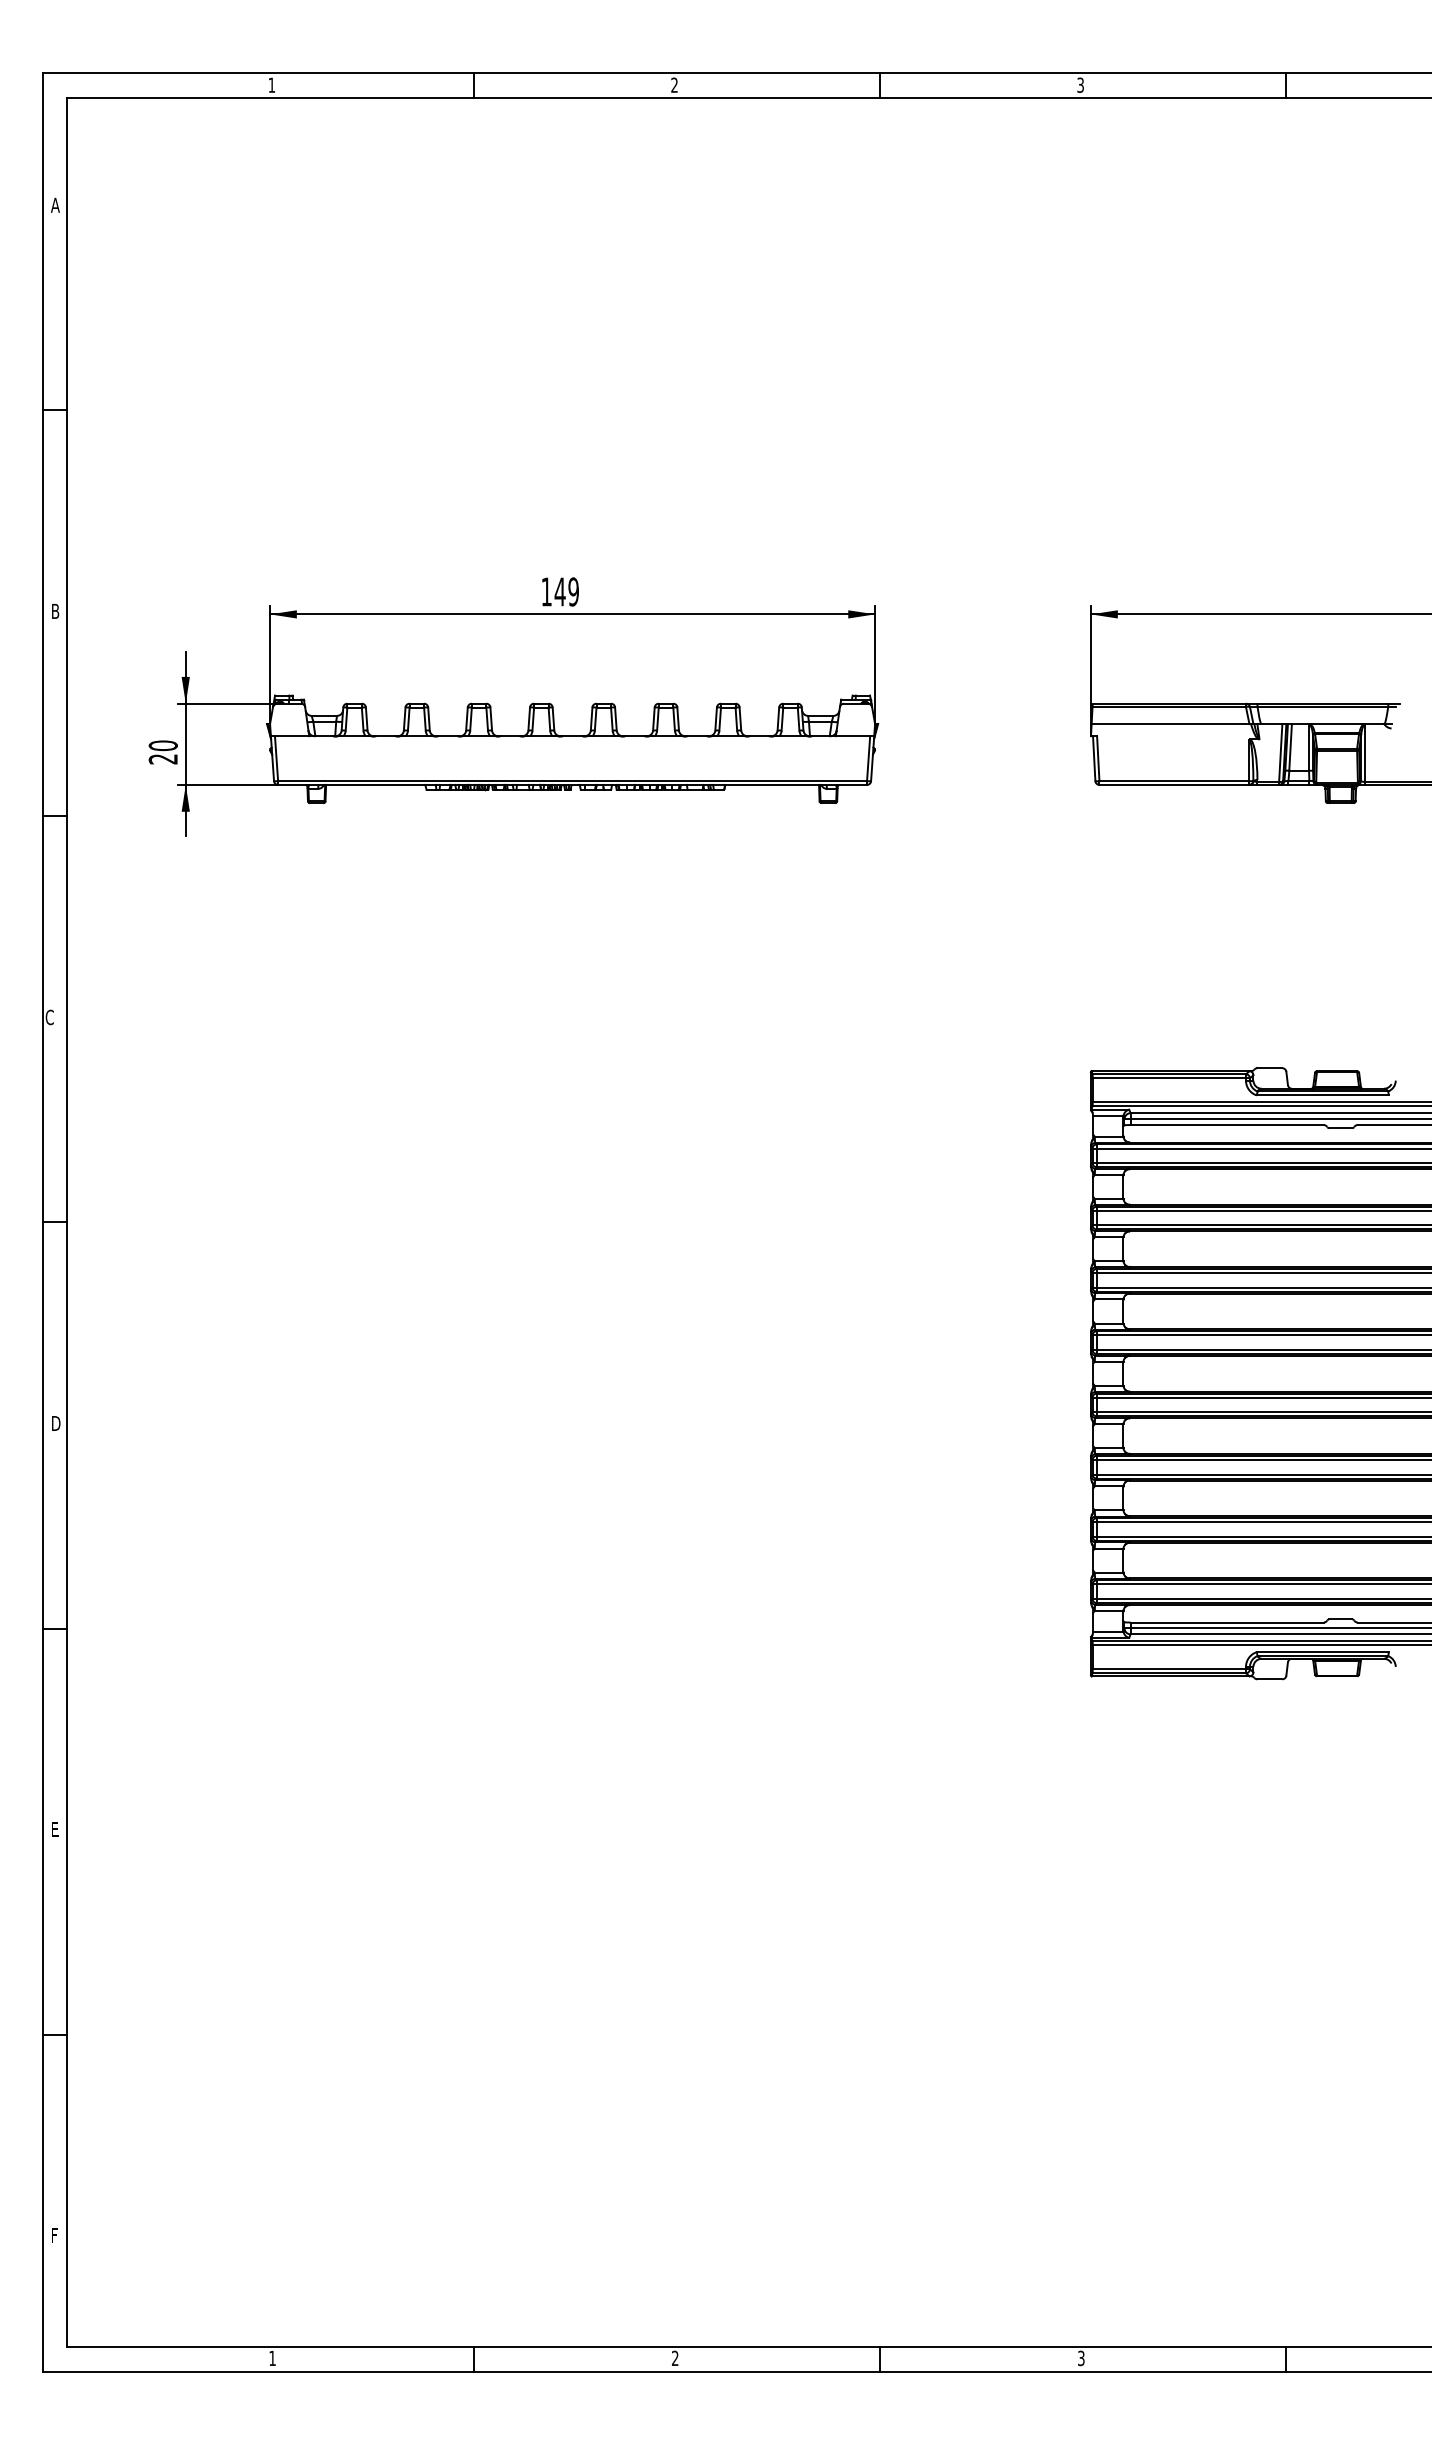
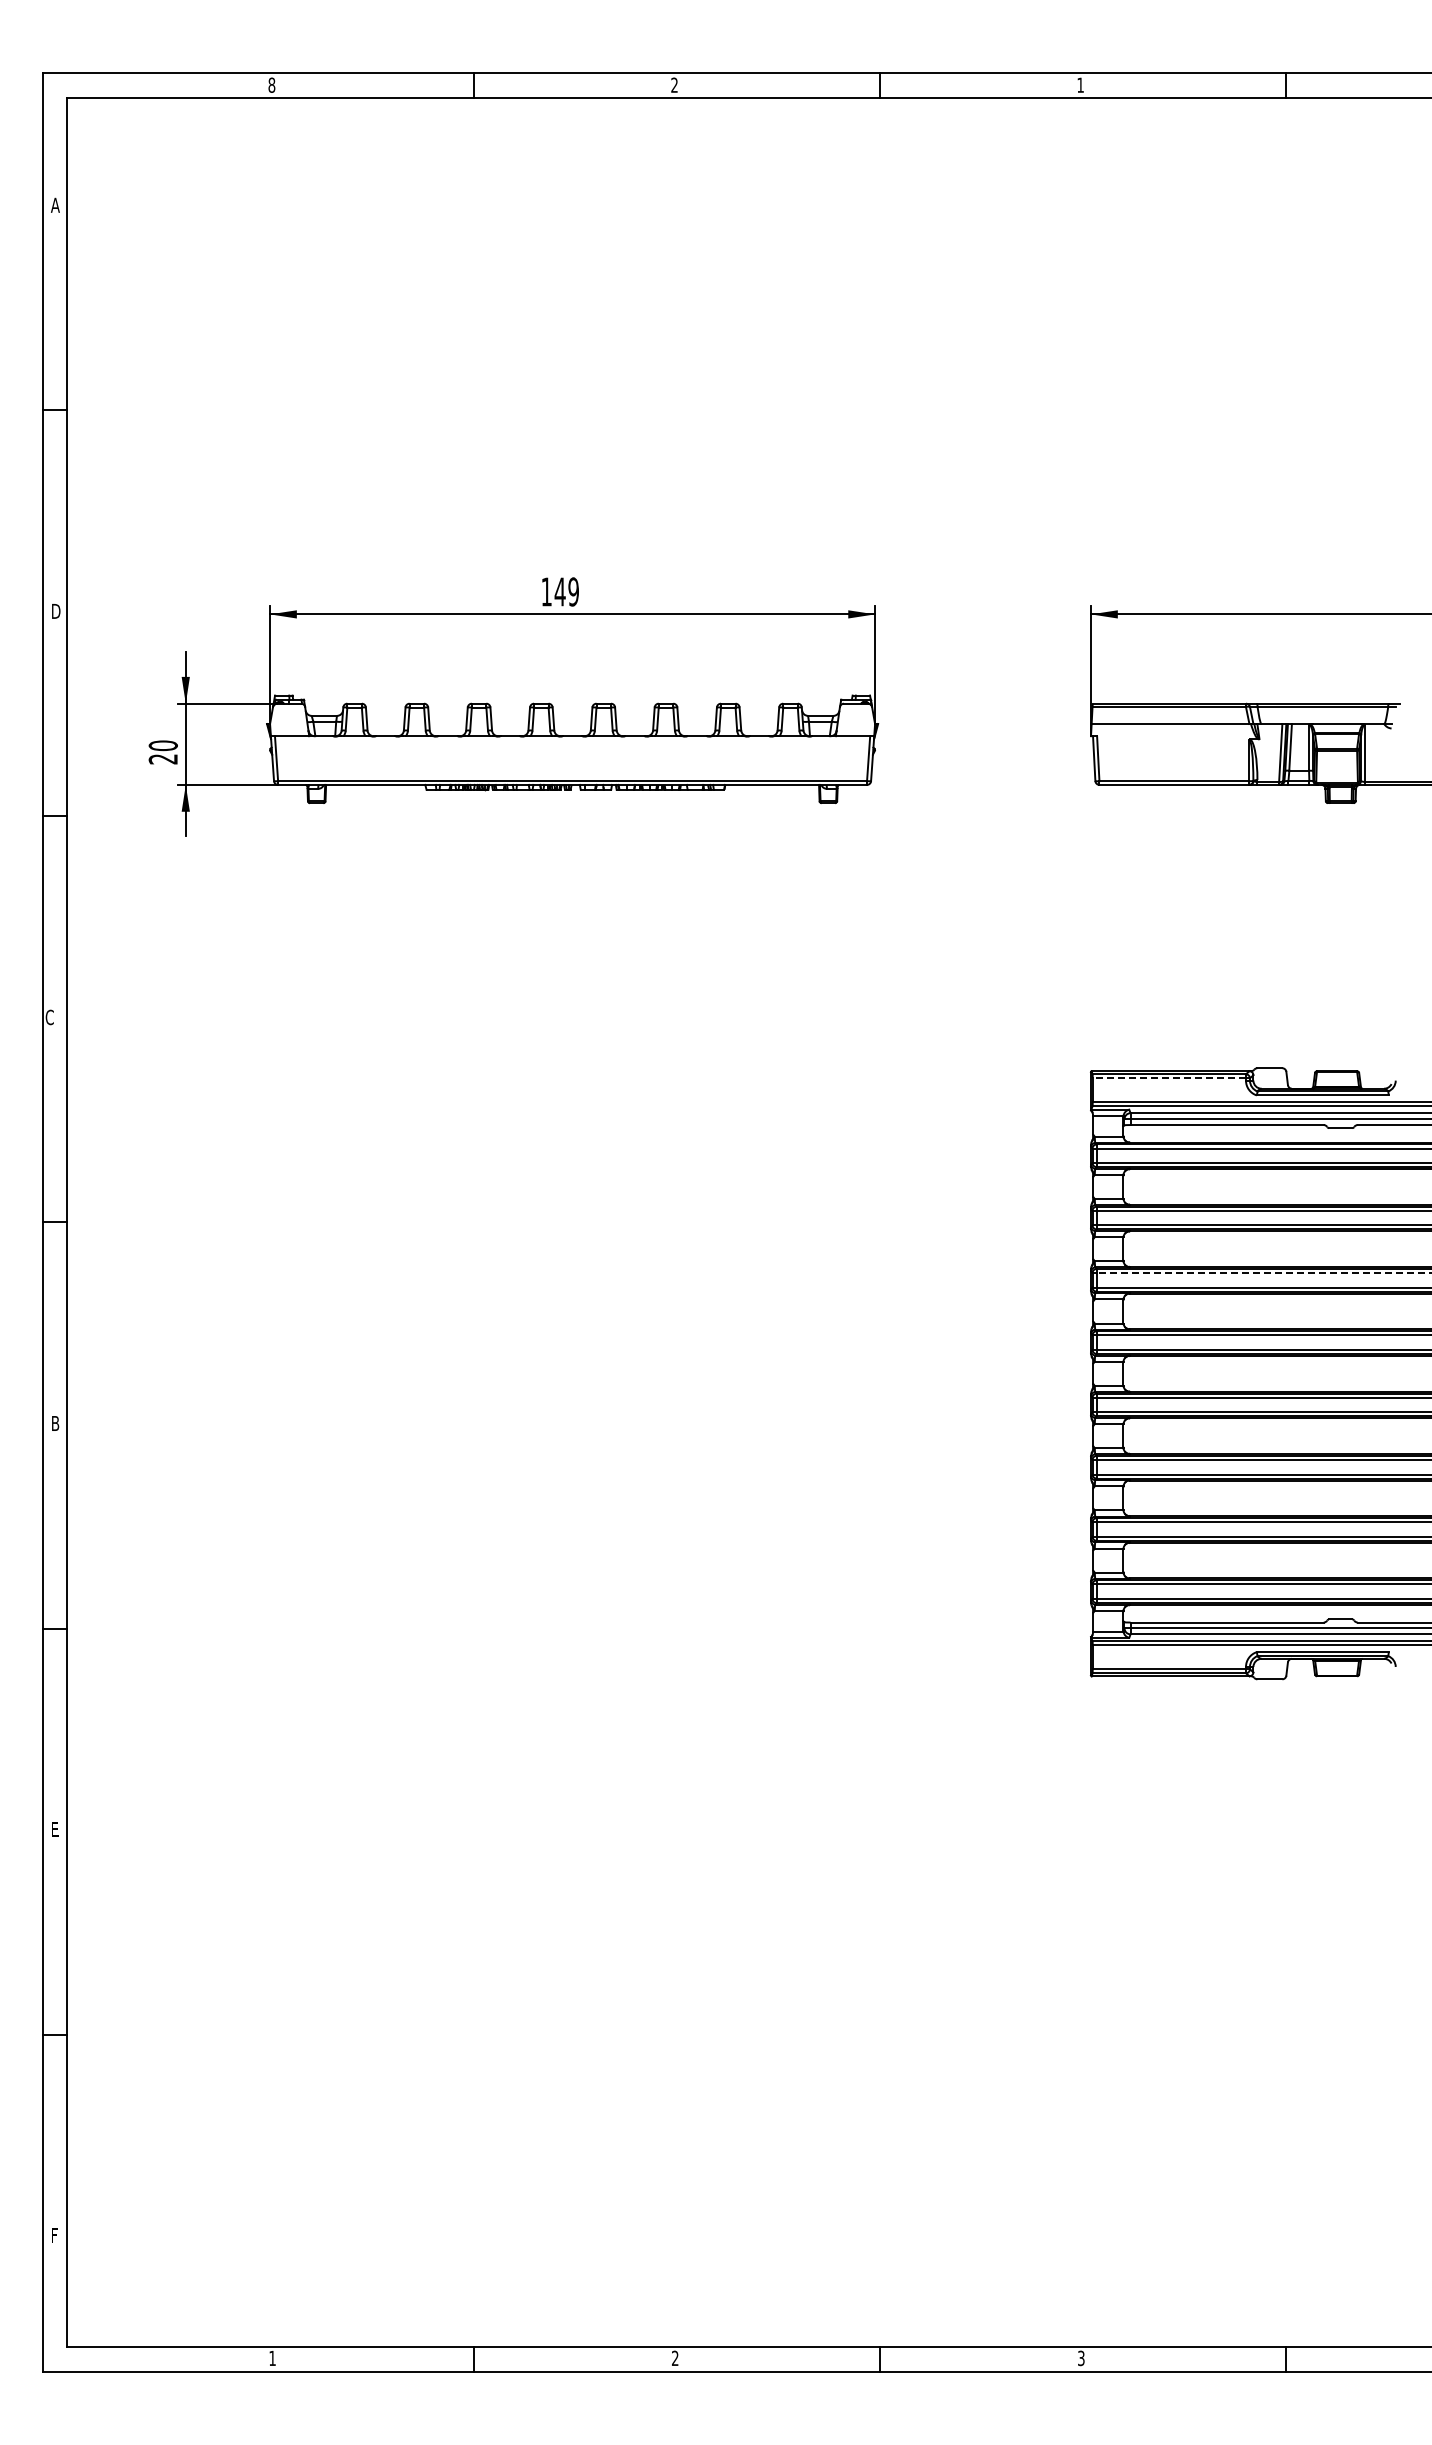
text at (271, 84): 1 -> 8
text at (1080, 84): 3 -> 1
text at (56, 611): B -> D
line at (1169, 1078): solid -> dashed
line at (1263, 1273): solid -> dashed
text at (56, 1423): D -> B
